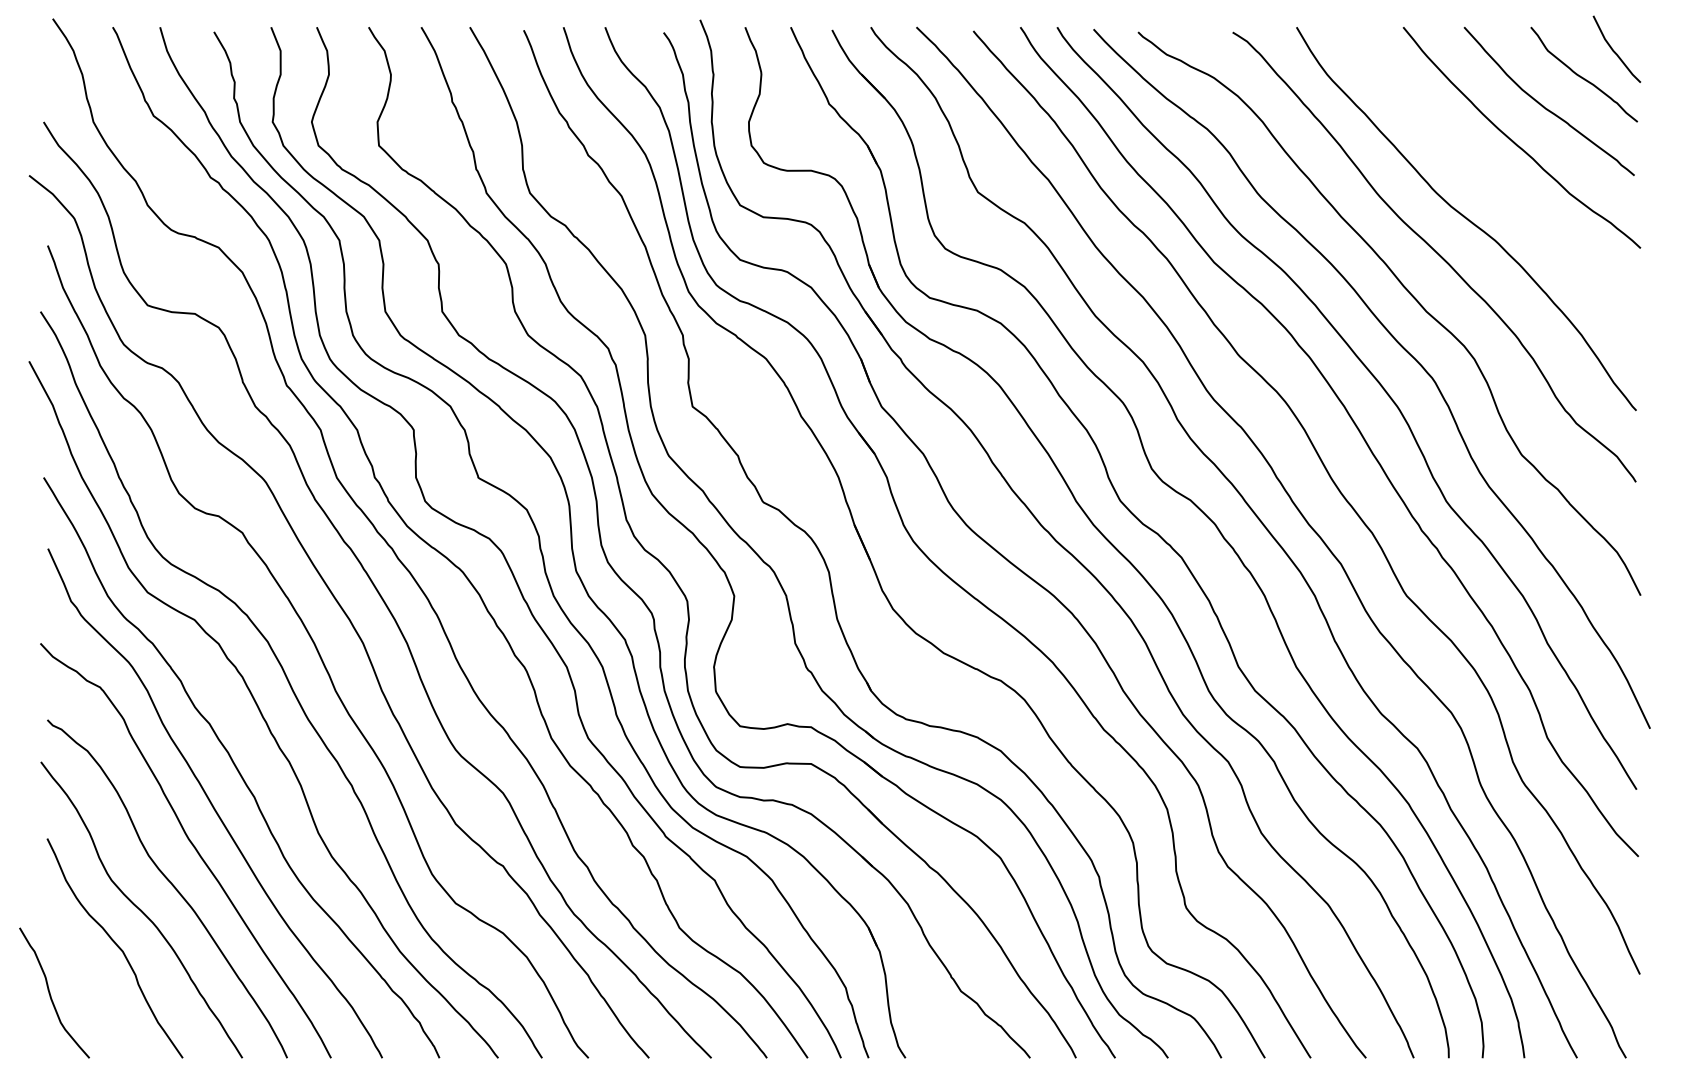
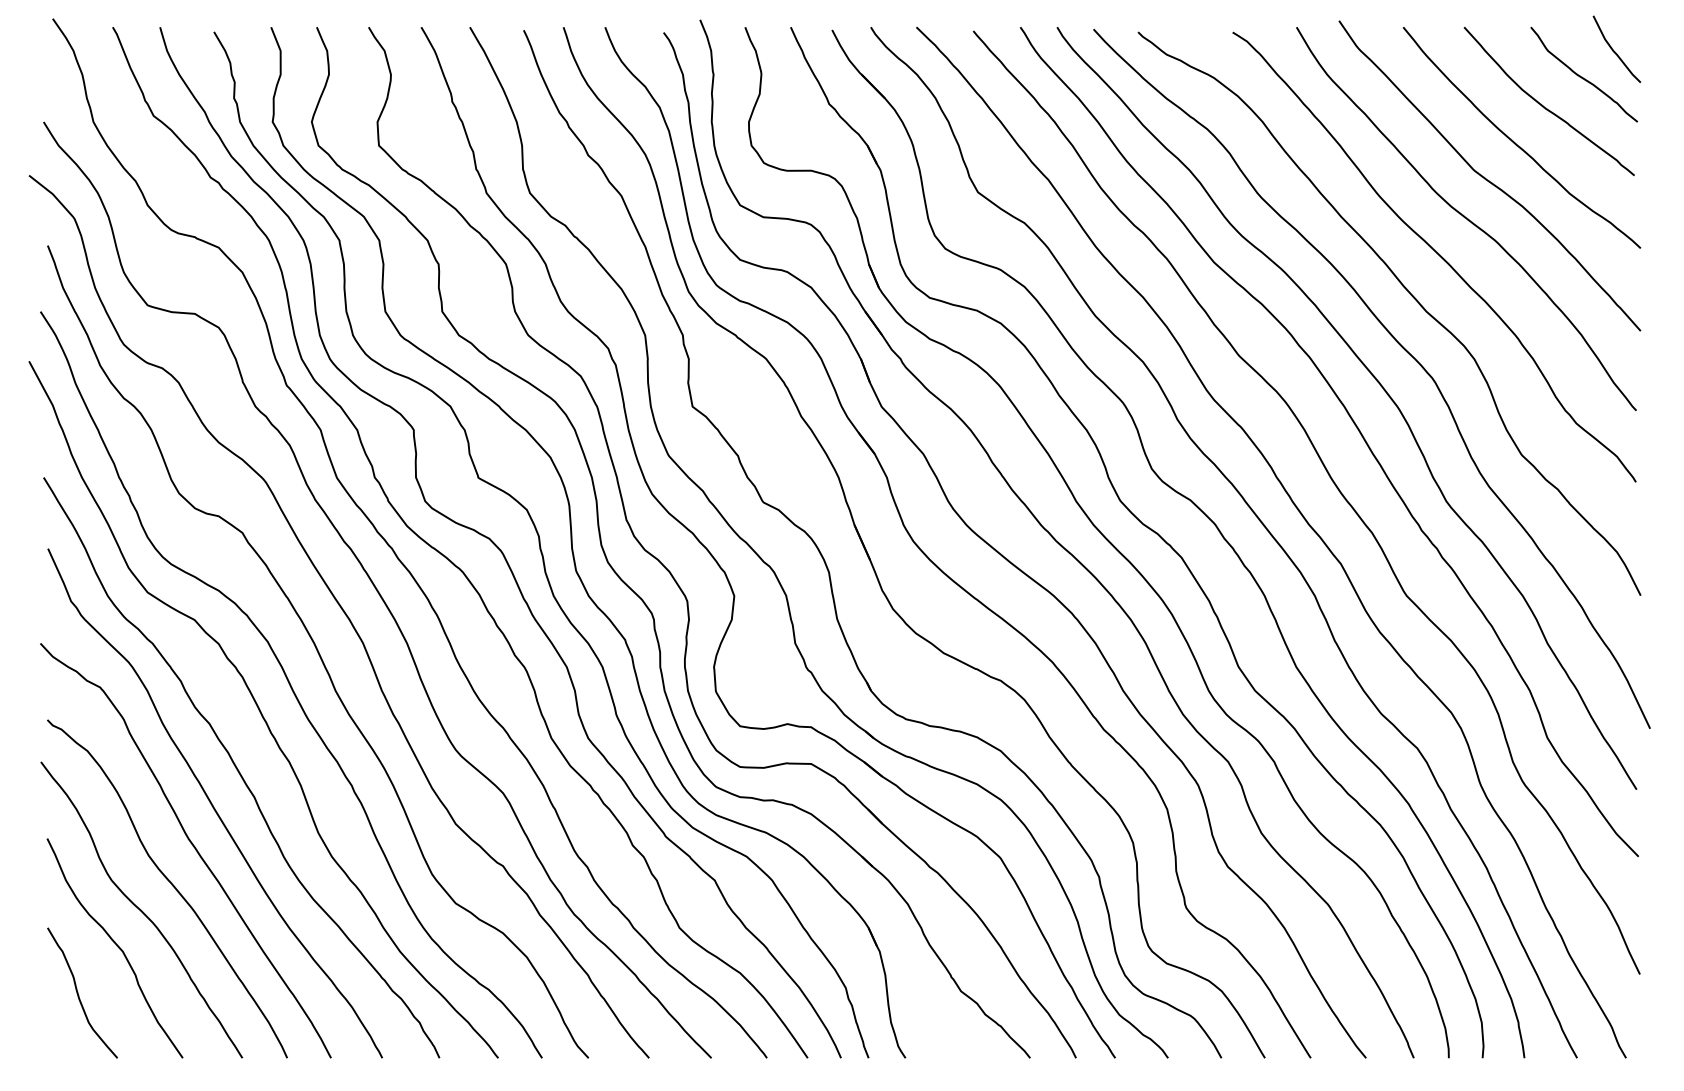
curve at (1488, 179): none -> present
curve at (50, 992) position: (50, 992) -> (78, 992)
